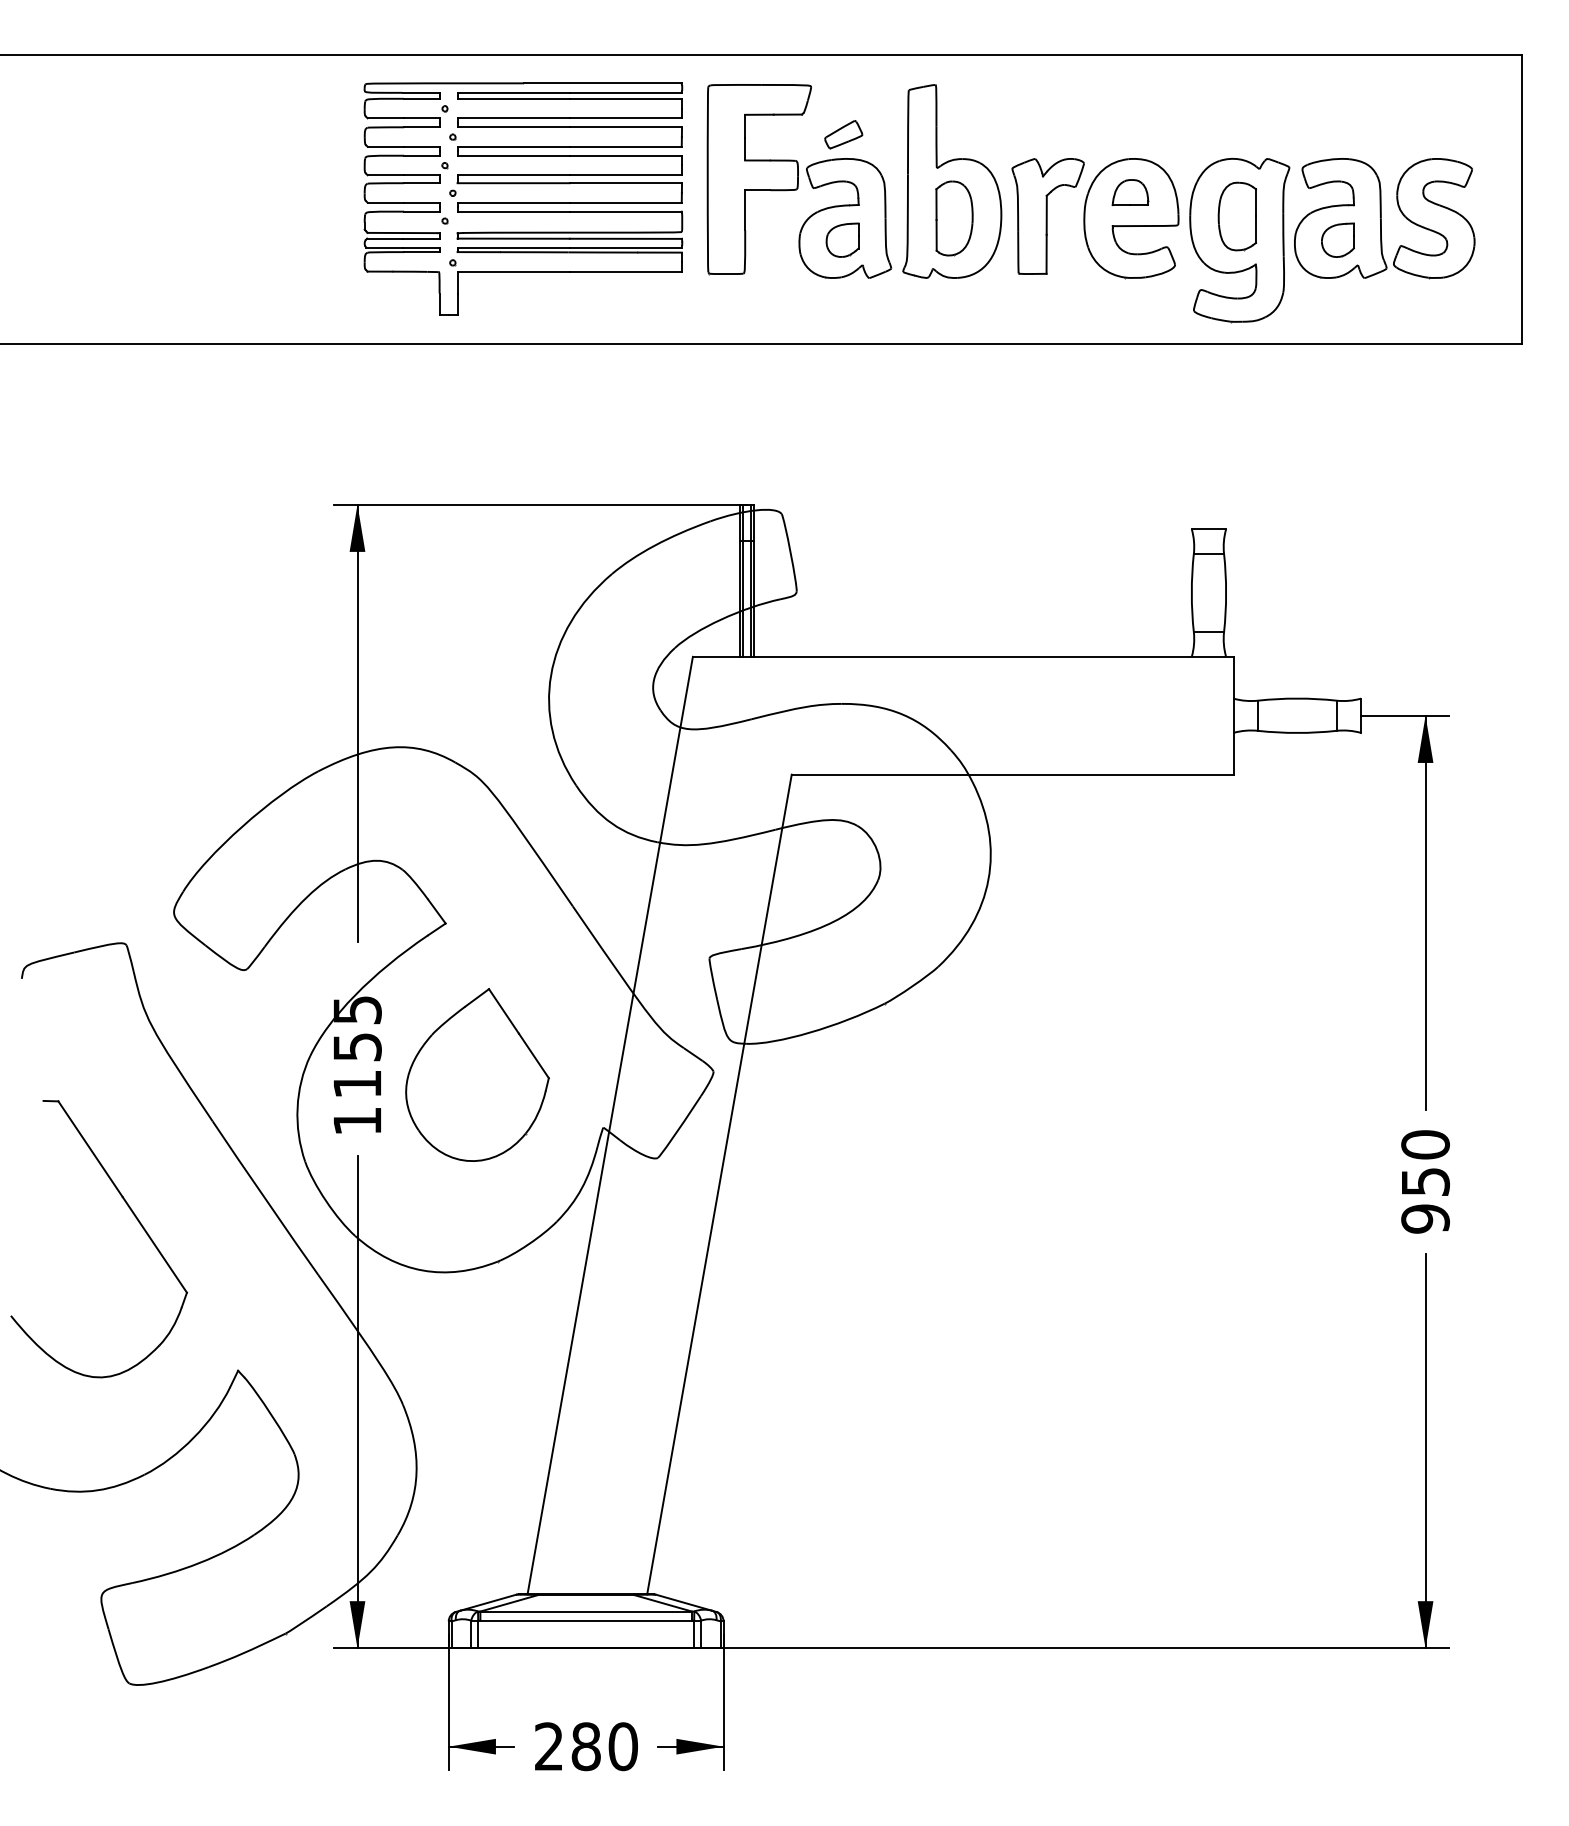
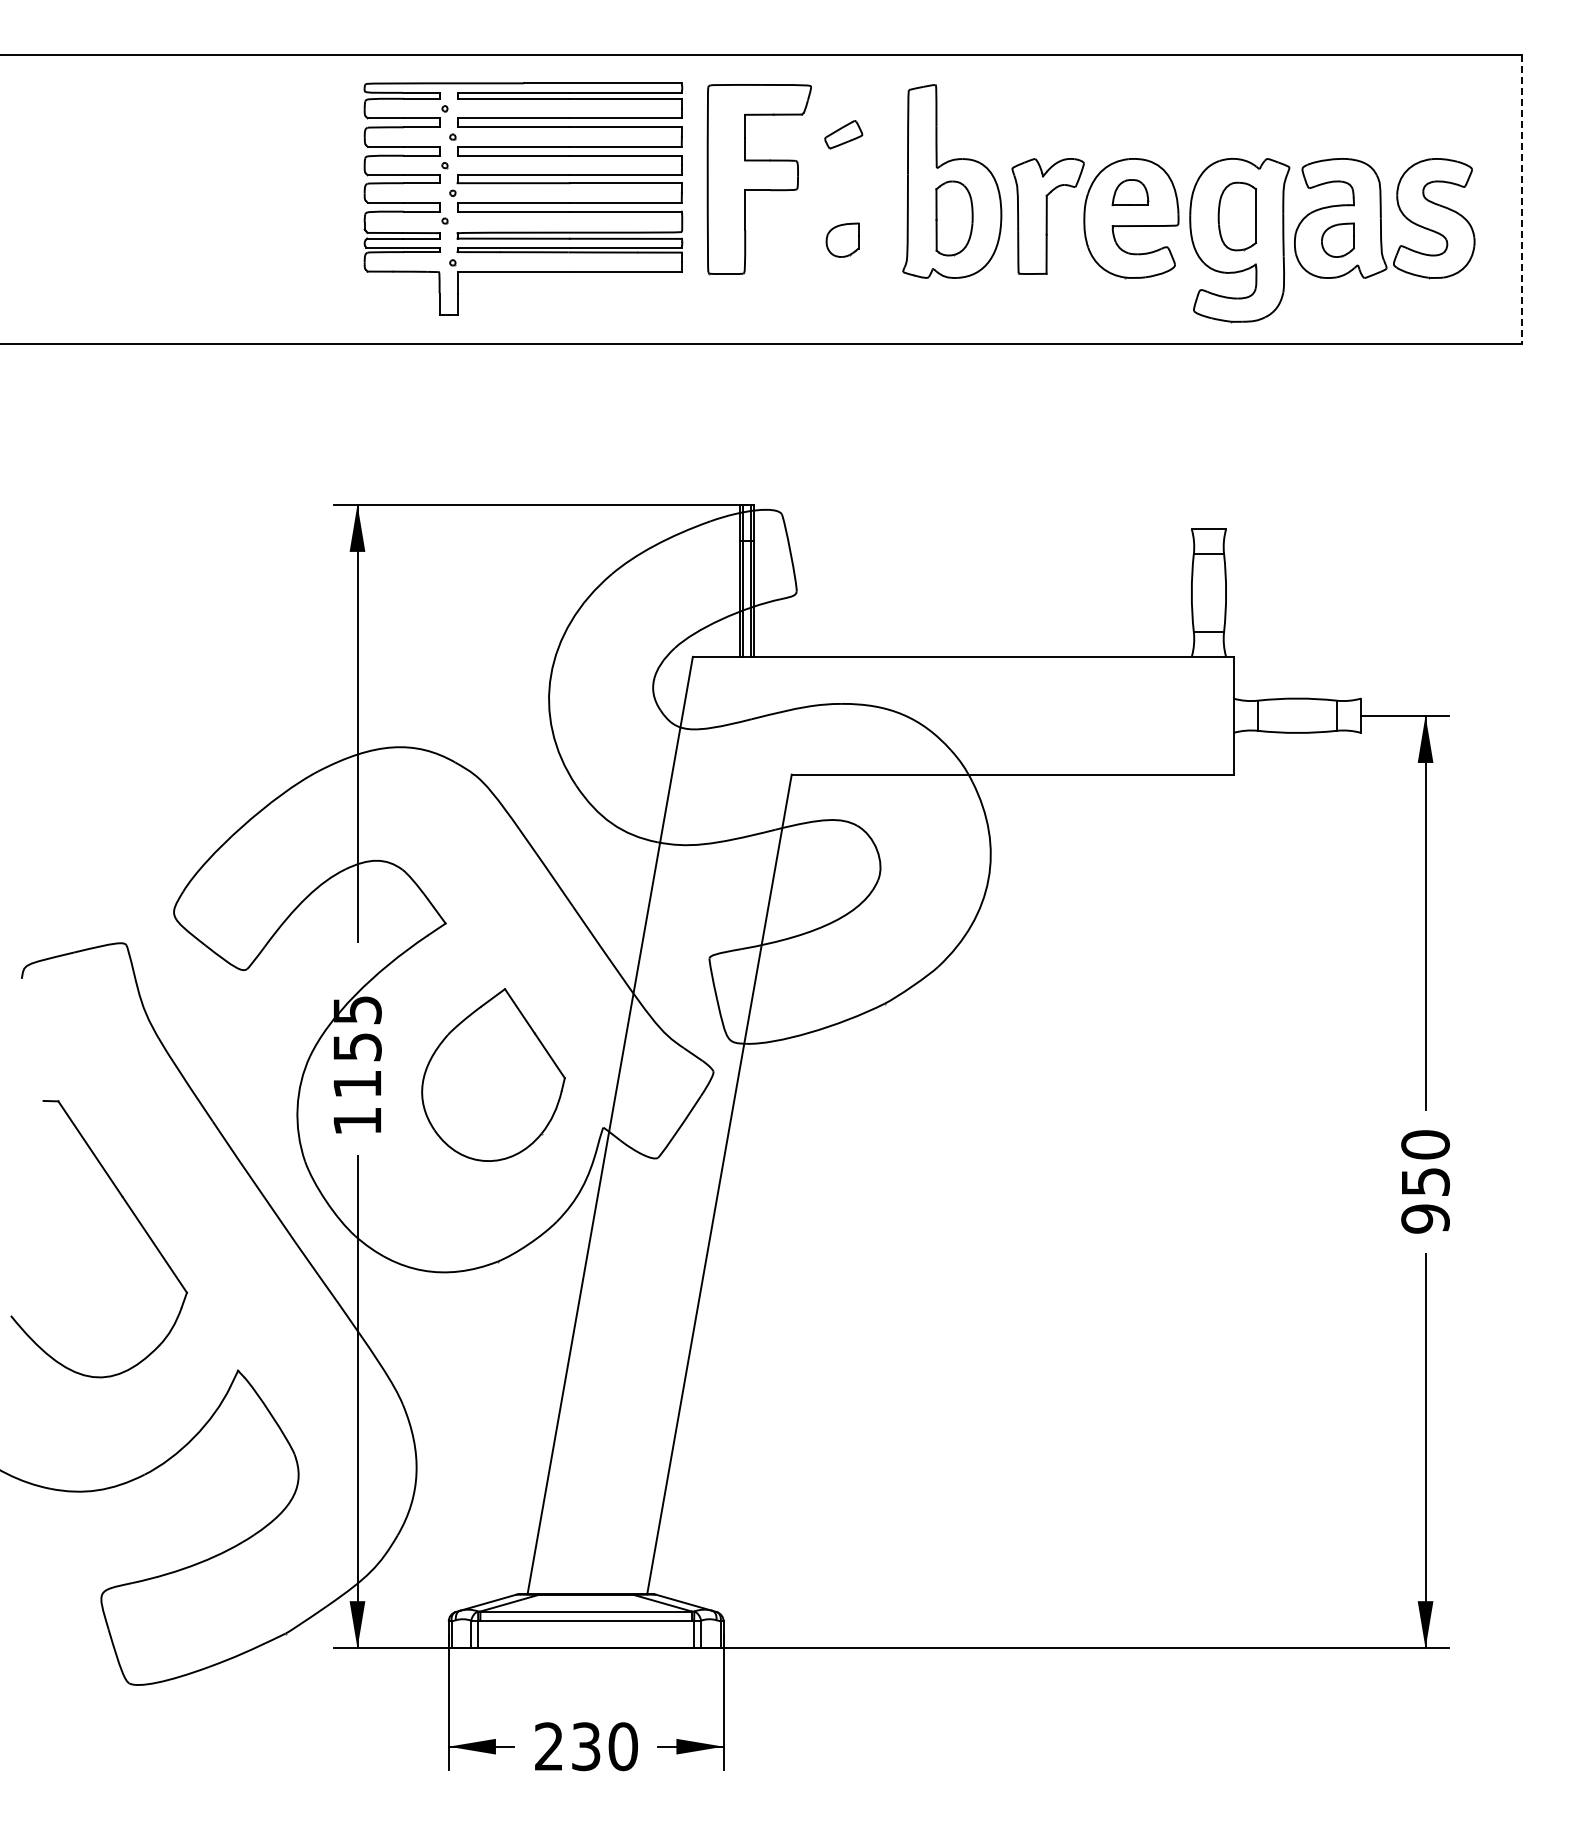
line at (1521, 199): solid -> dashed
part at (845, 218): present -> none
part at (477, 1074) position: (477, 1074) -> (493, 1074)
text at (585, 1746): 280 -> 230
